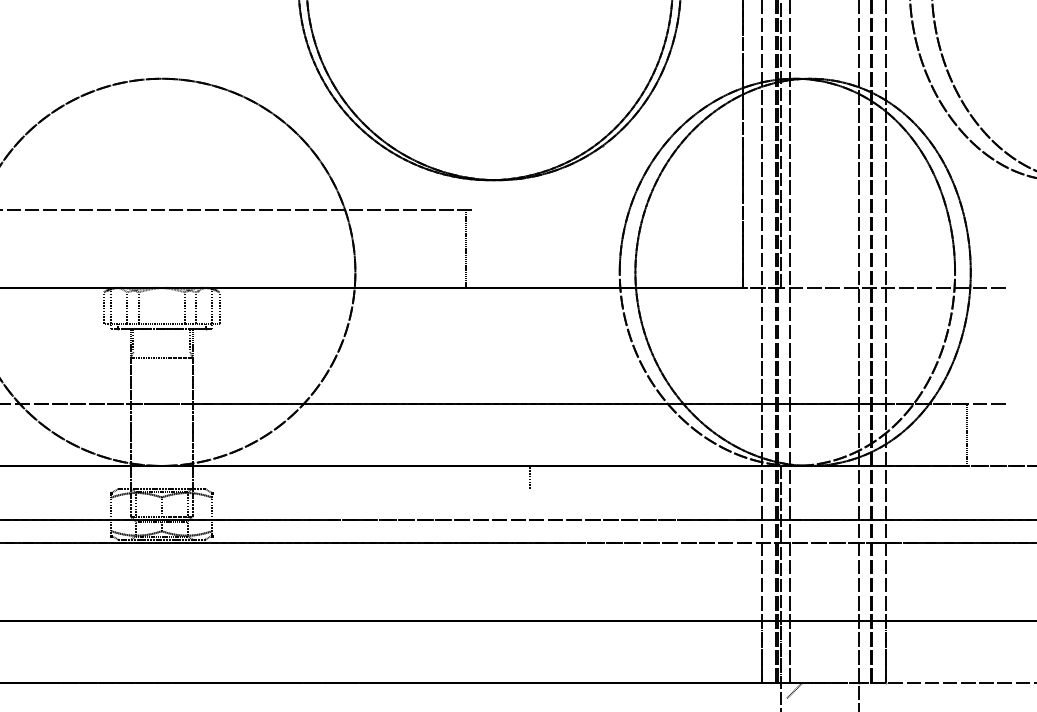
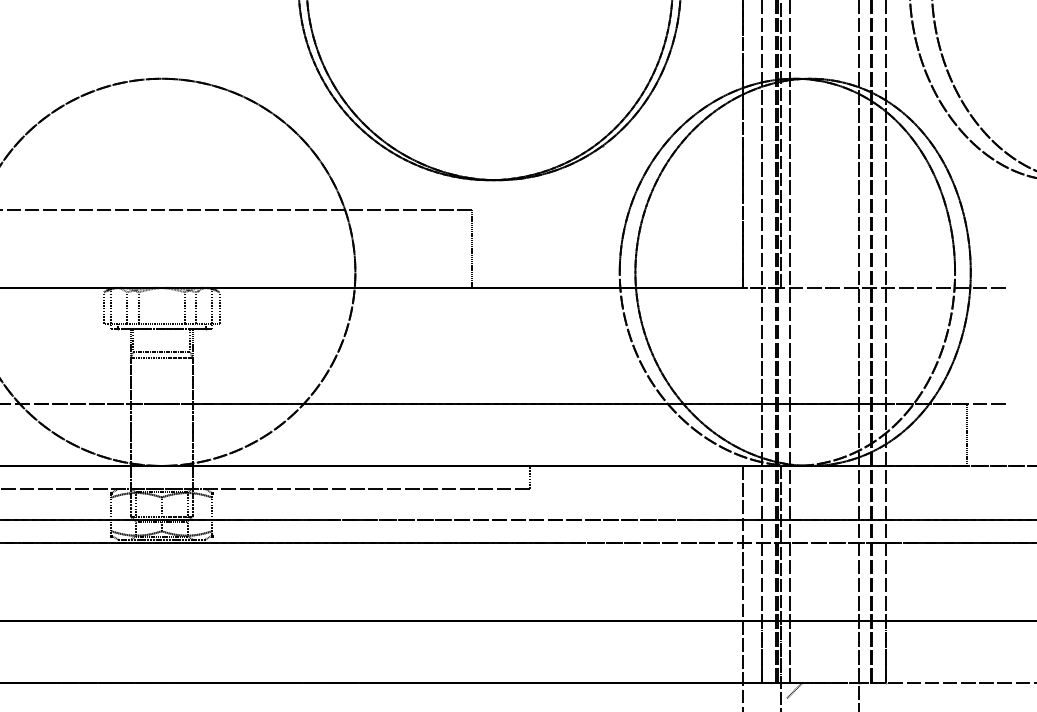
line at (465, 248) position: (465, 248) -> (471, 248)
line at (161, 351): none -> present
line at (265, 489): none -> present
line at (743, 586): none -> present
